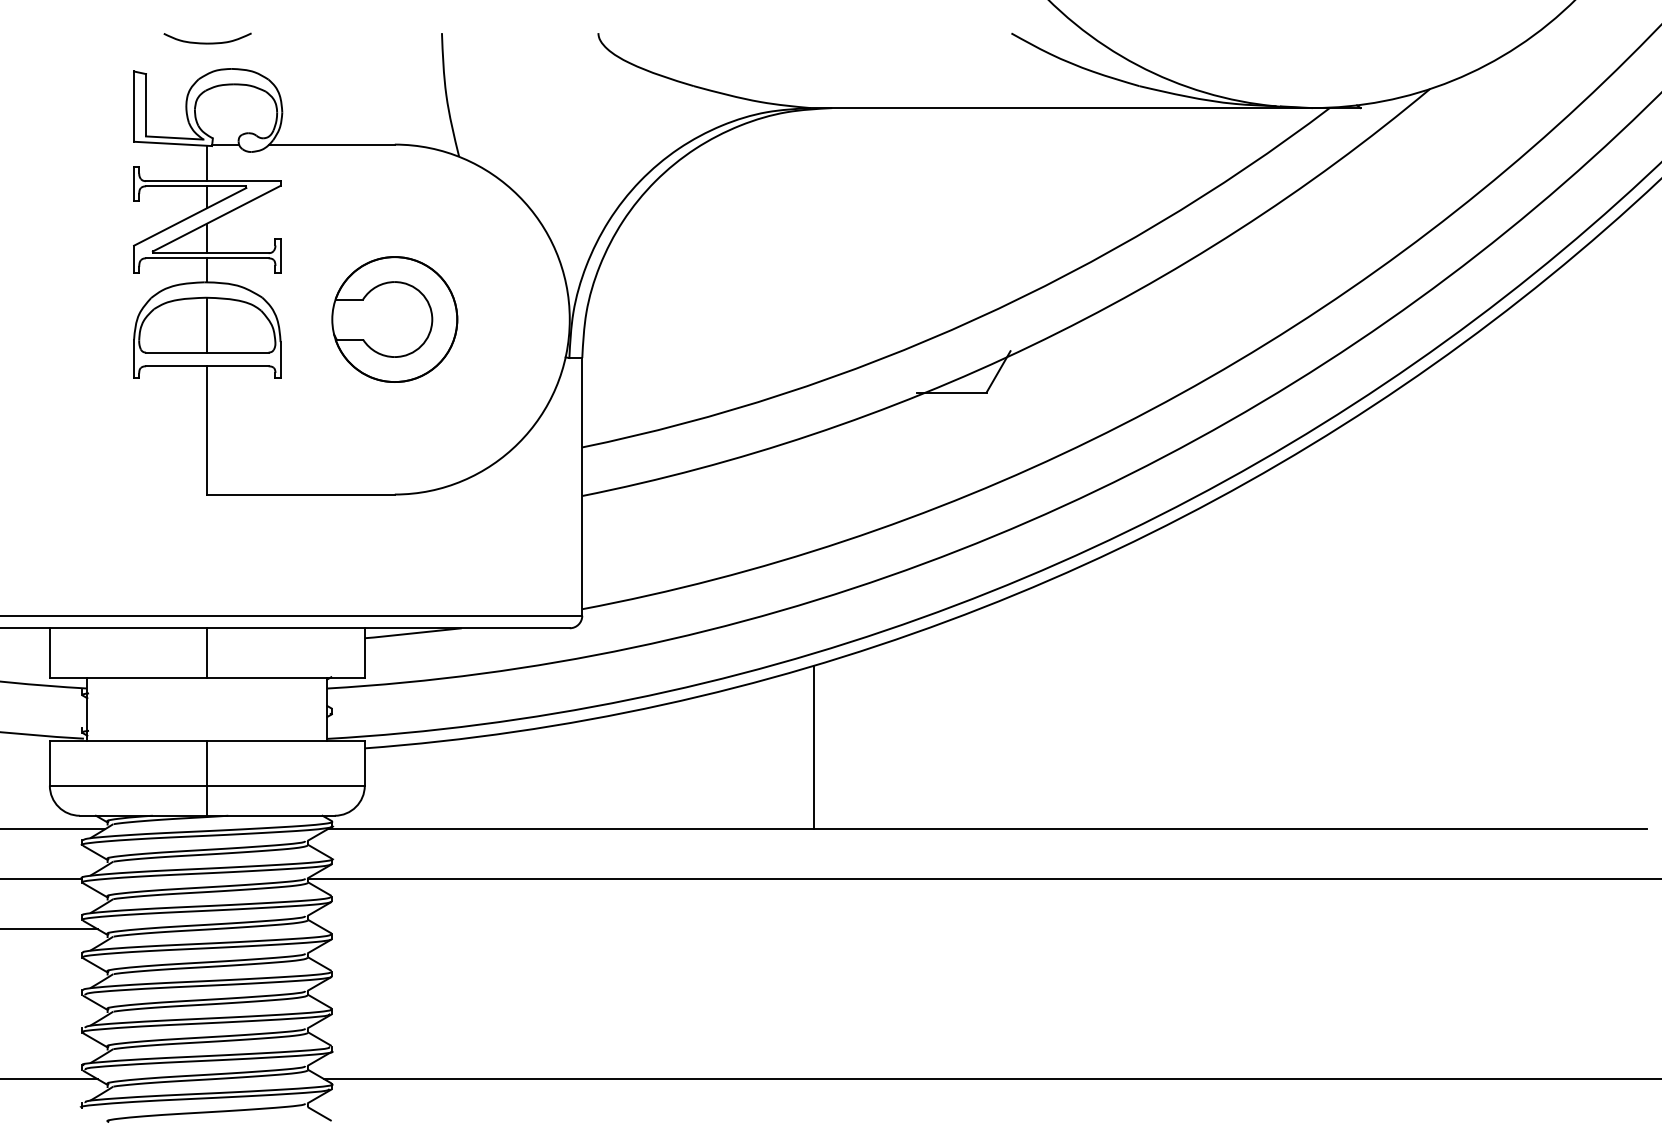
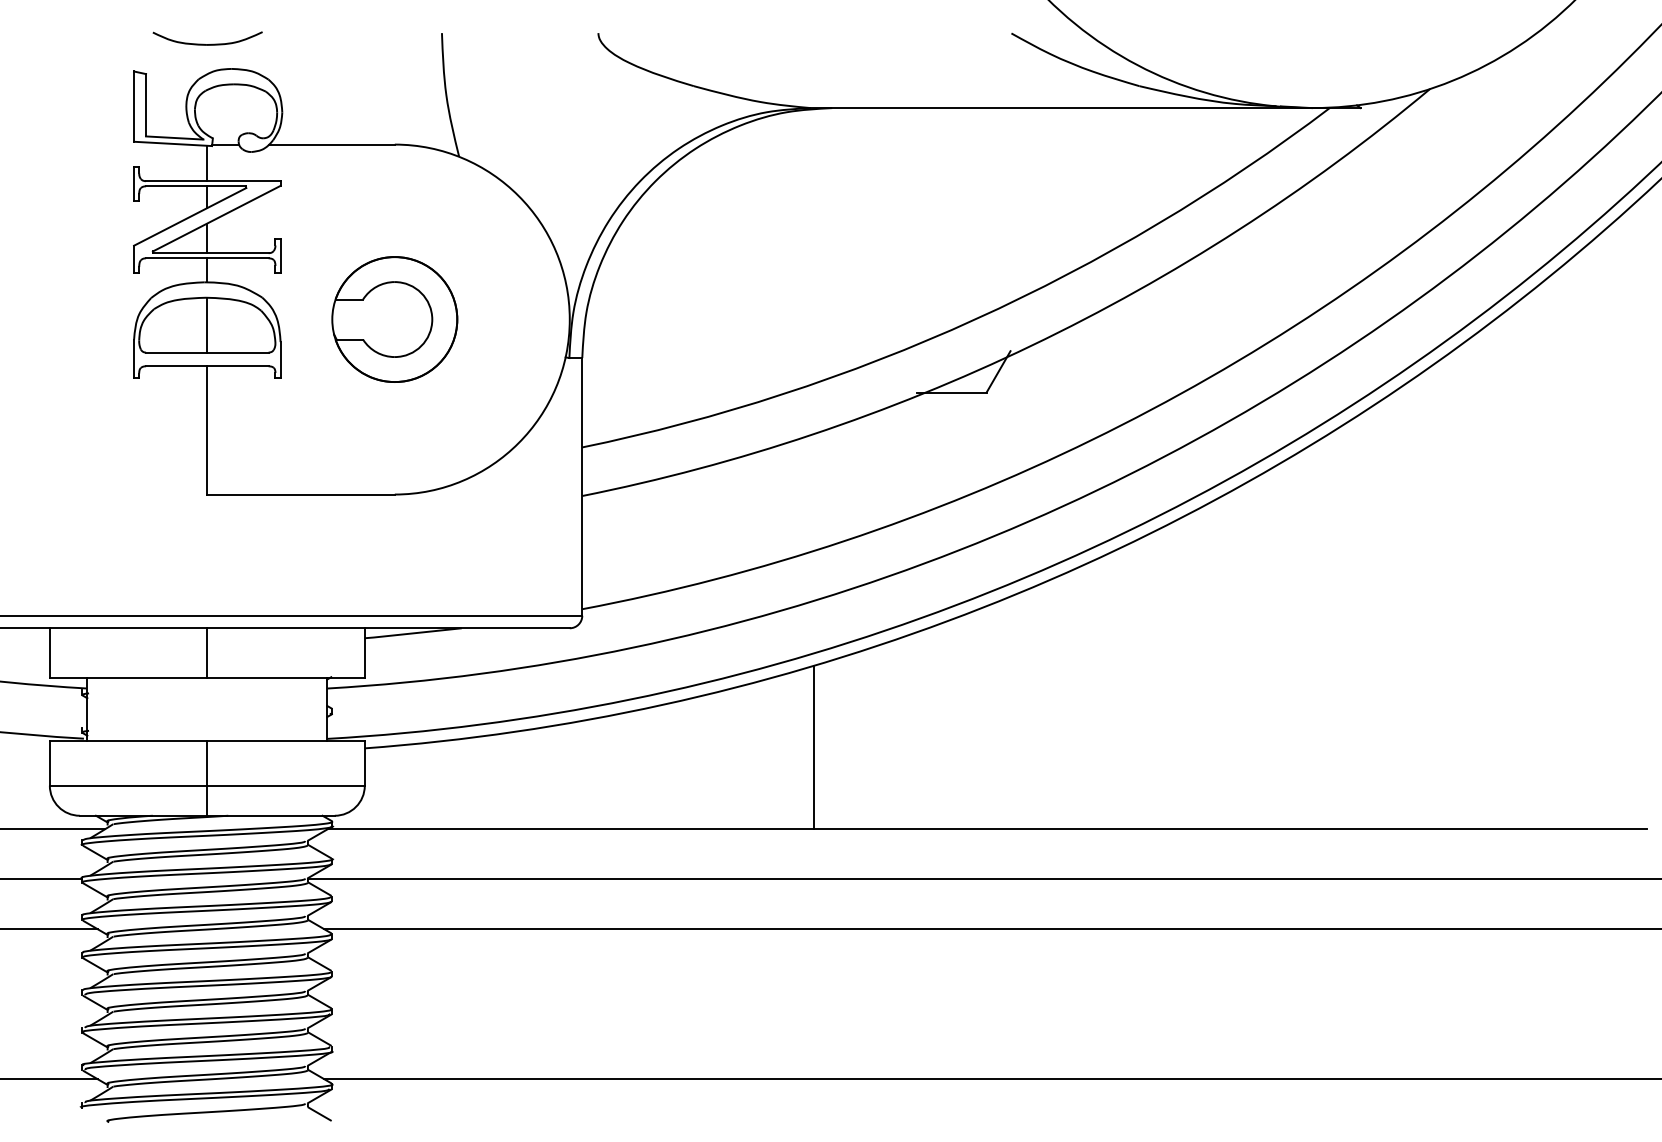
part at (207, 38) size: 89x13 px -> 111x15 px
line at (991, 929): none -> present
